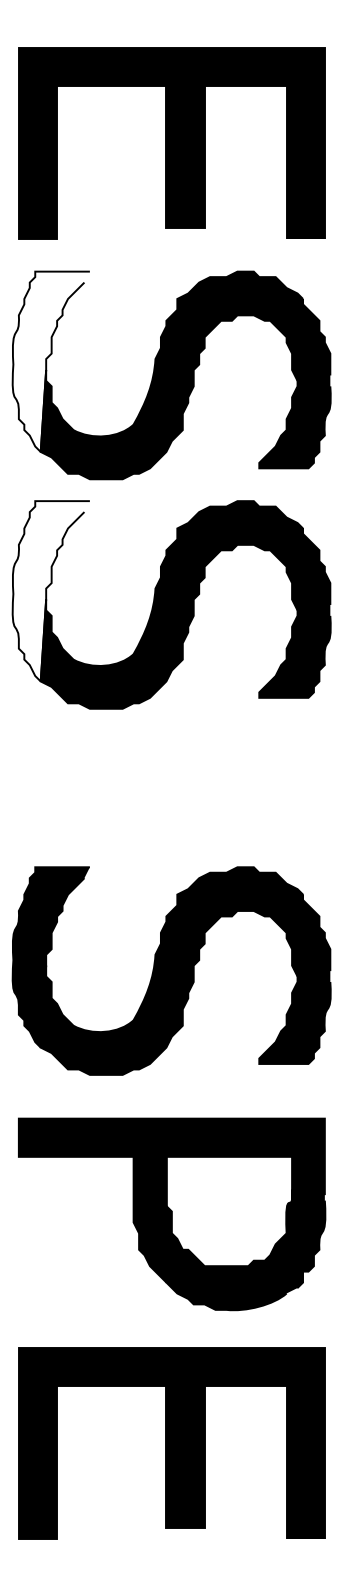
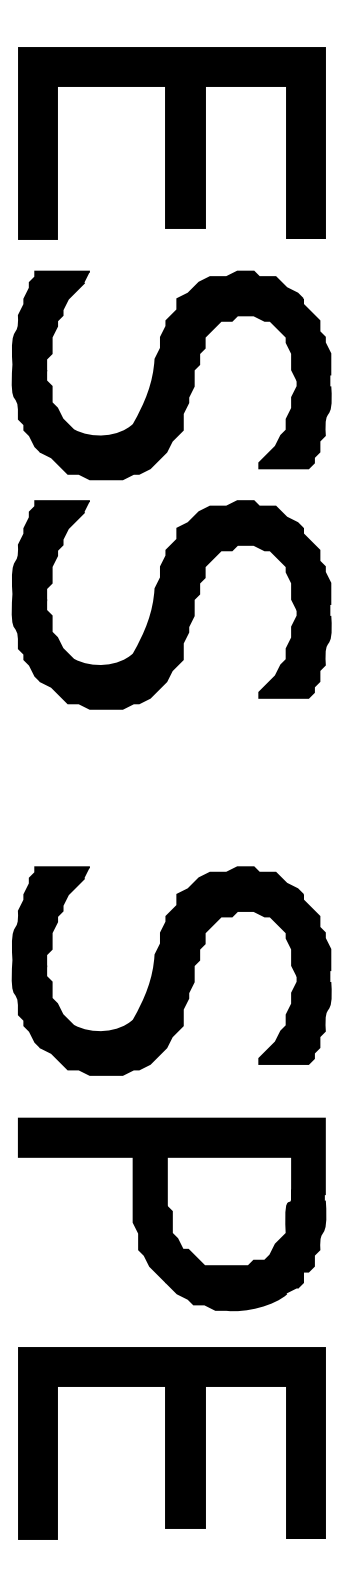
fill at (50, 361): none -> present
fill at (50, 591): none -> present
